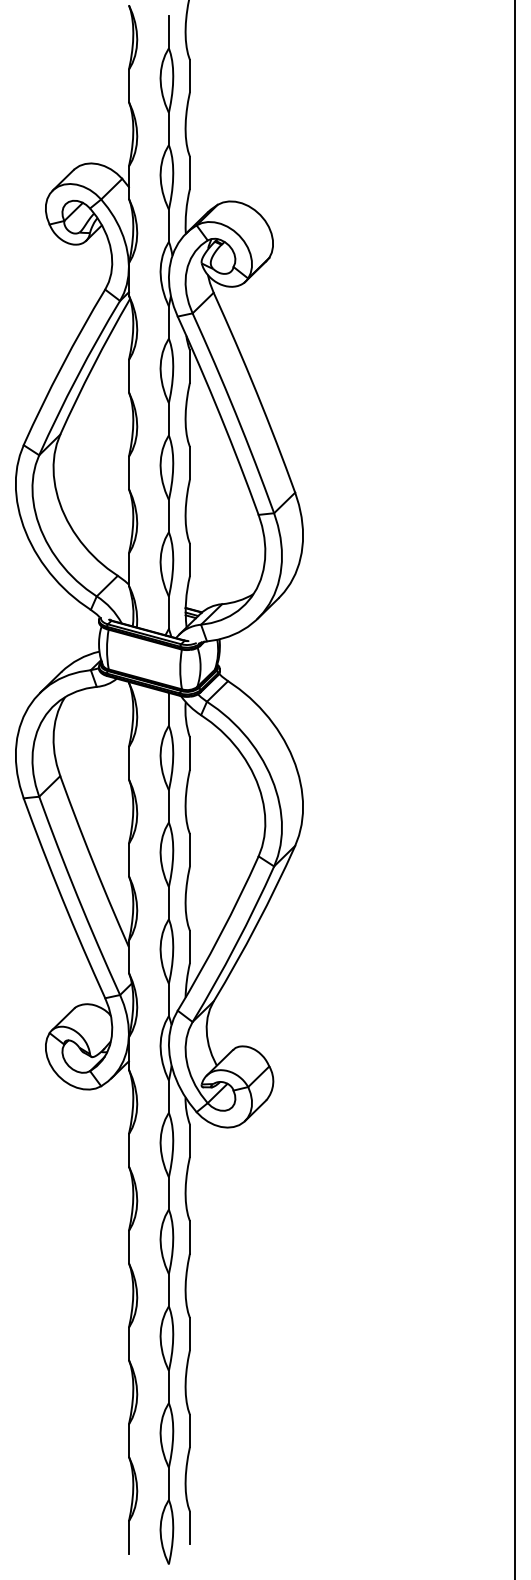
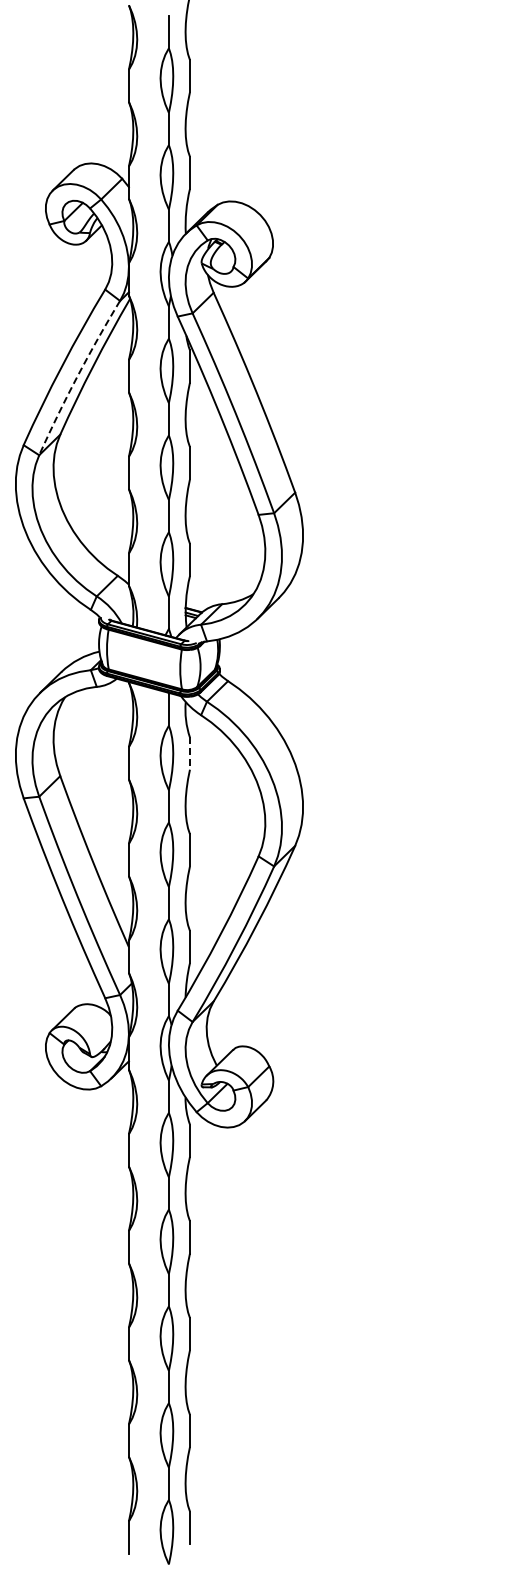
arc at (77, 376): solid -> dashed
line at (189, 754): solid -> dashed
line at (515, 789): present -> none
